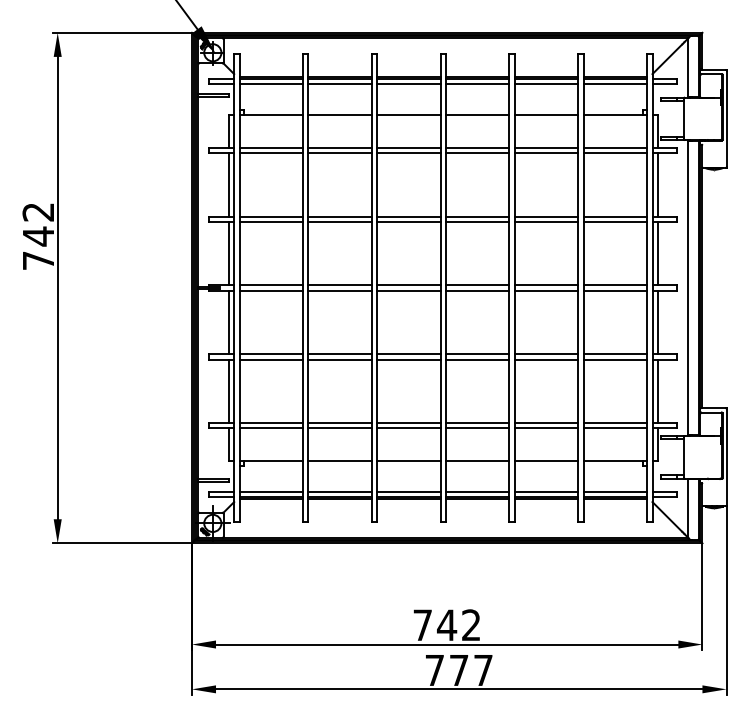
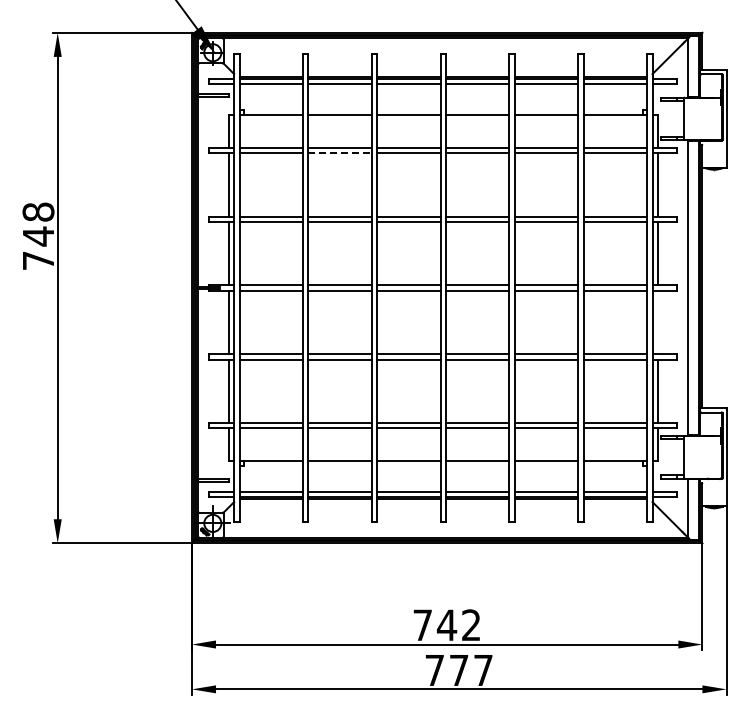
line at (340, 153): solid -> dashed
text at (38, 211): 742 -> 748
line at (657, 322): present -> none
